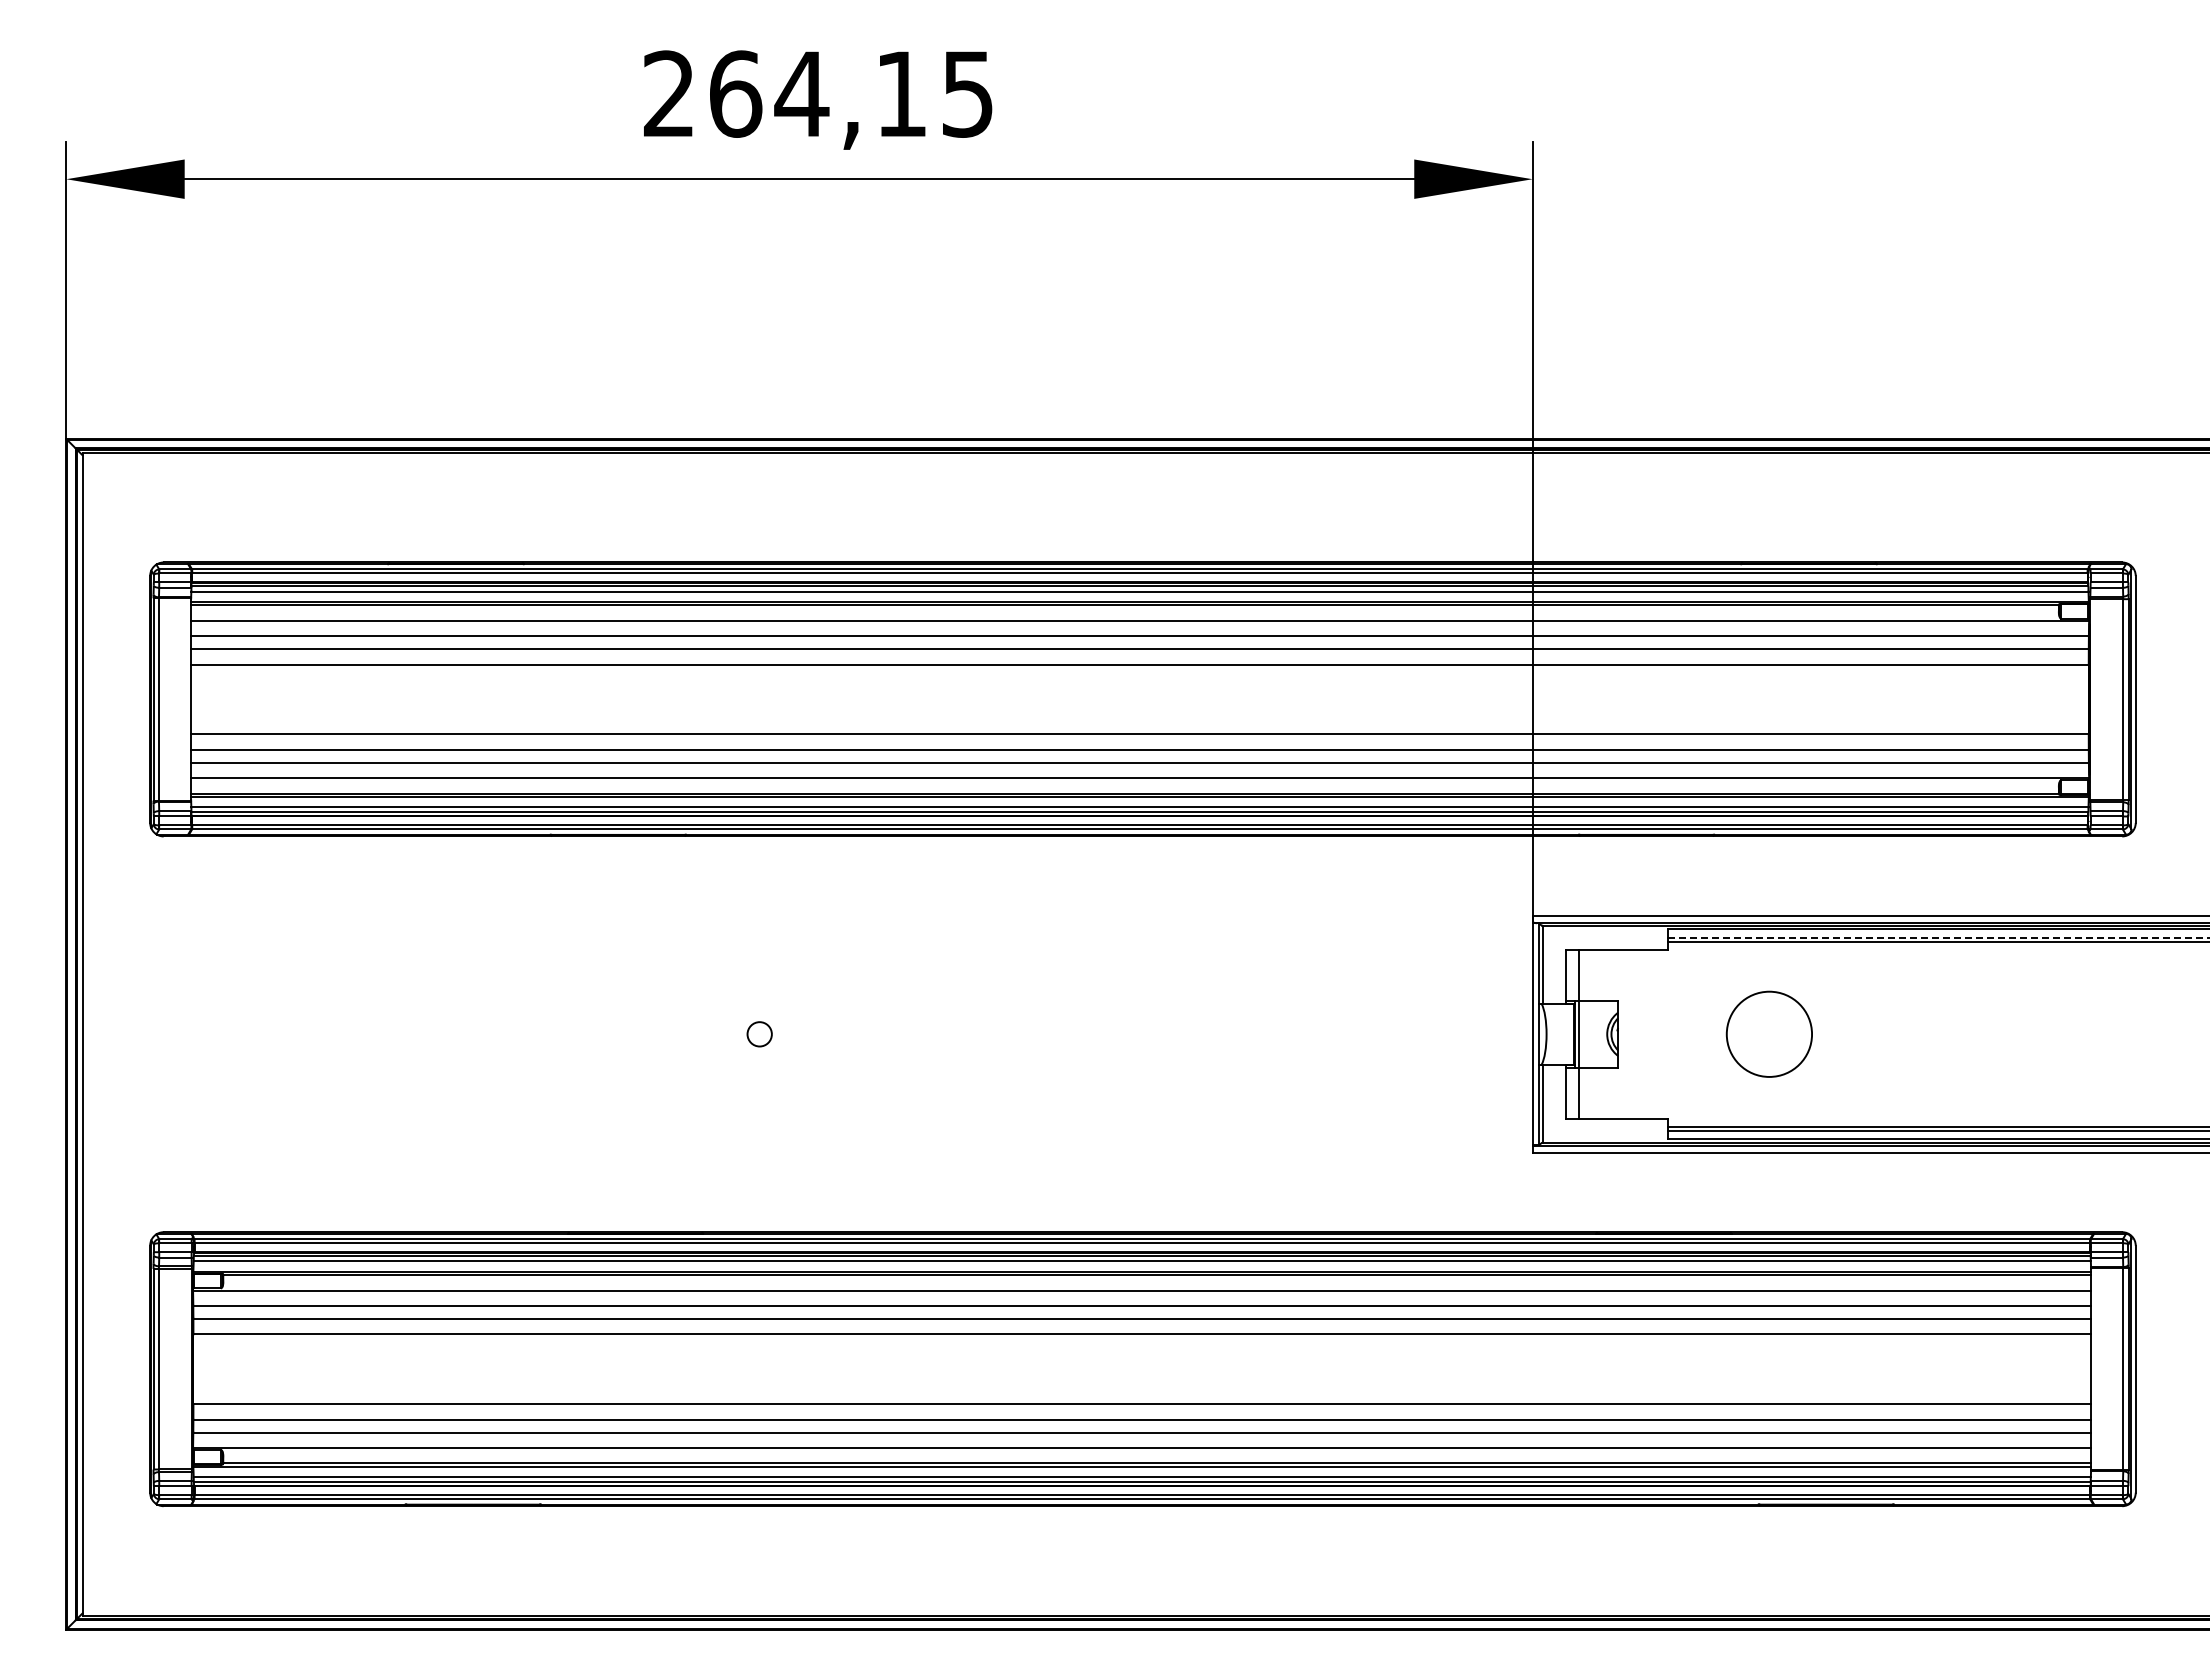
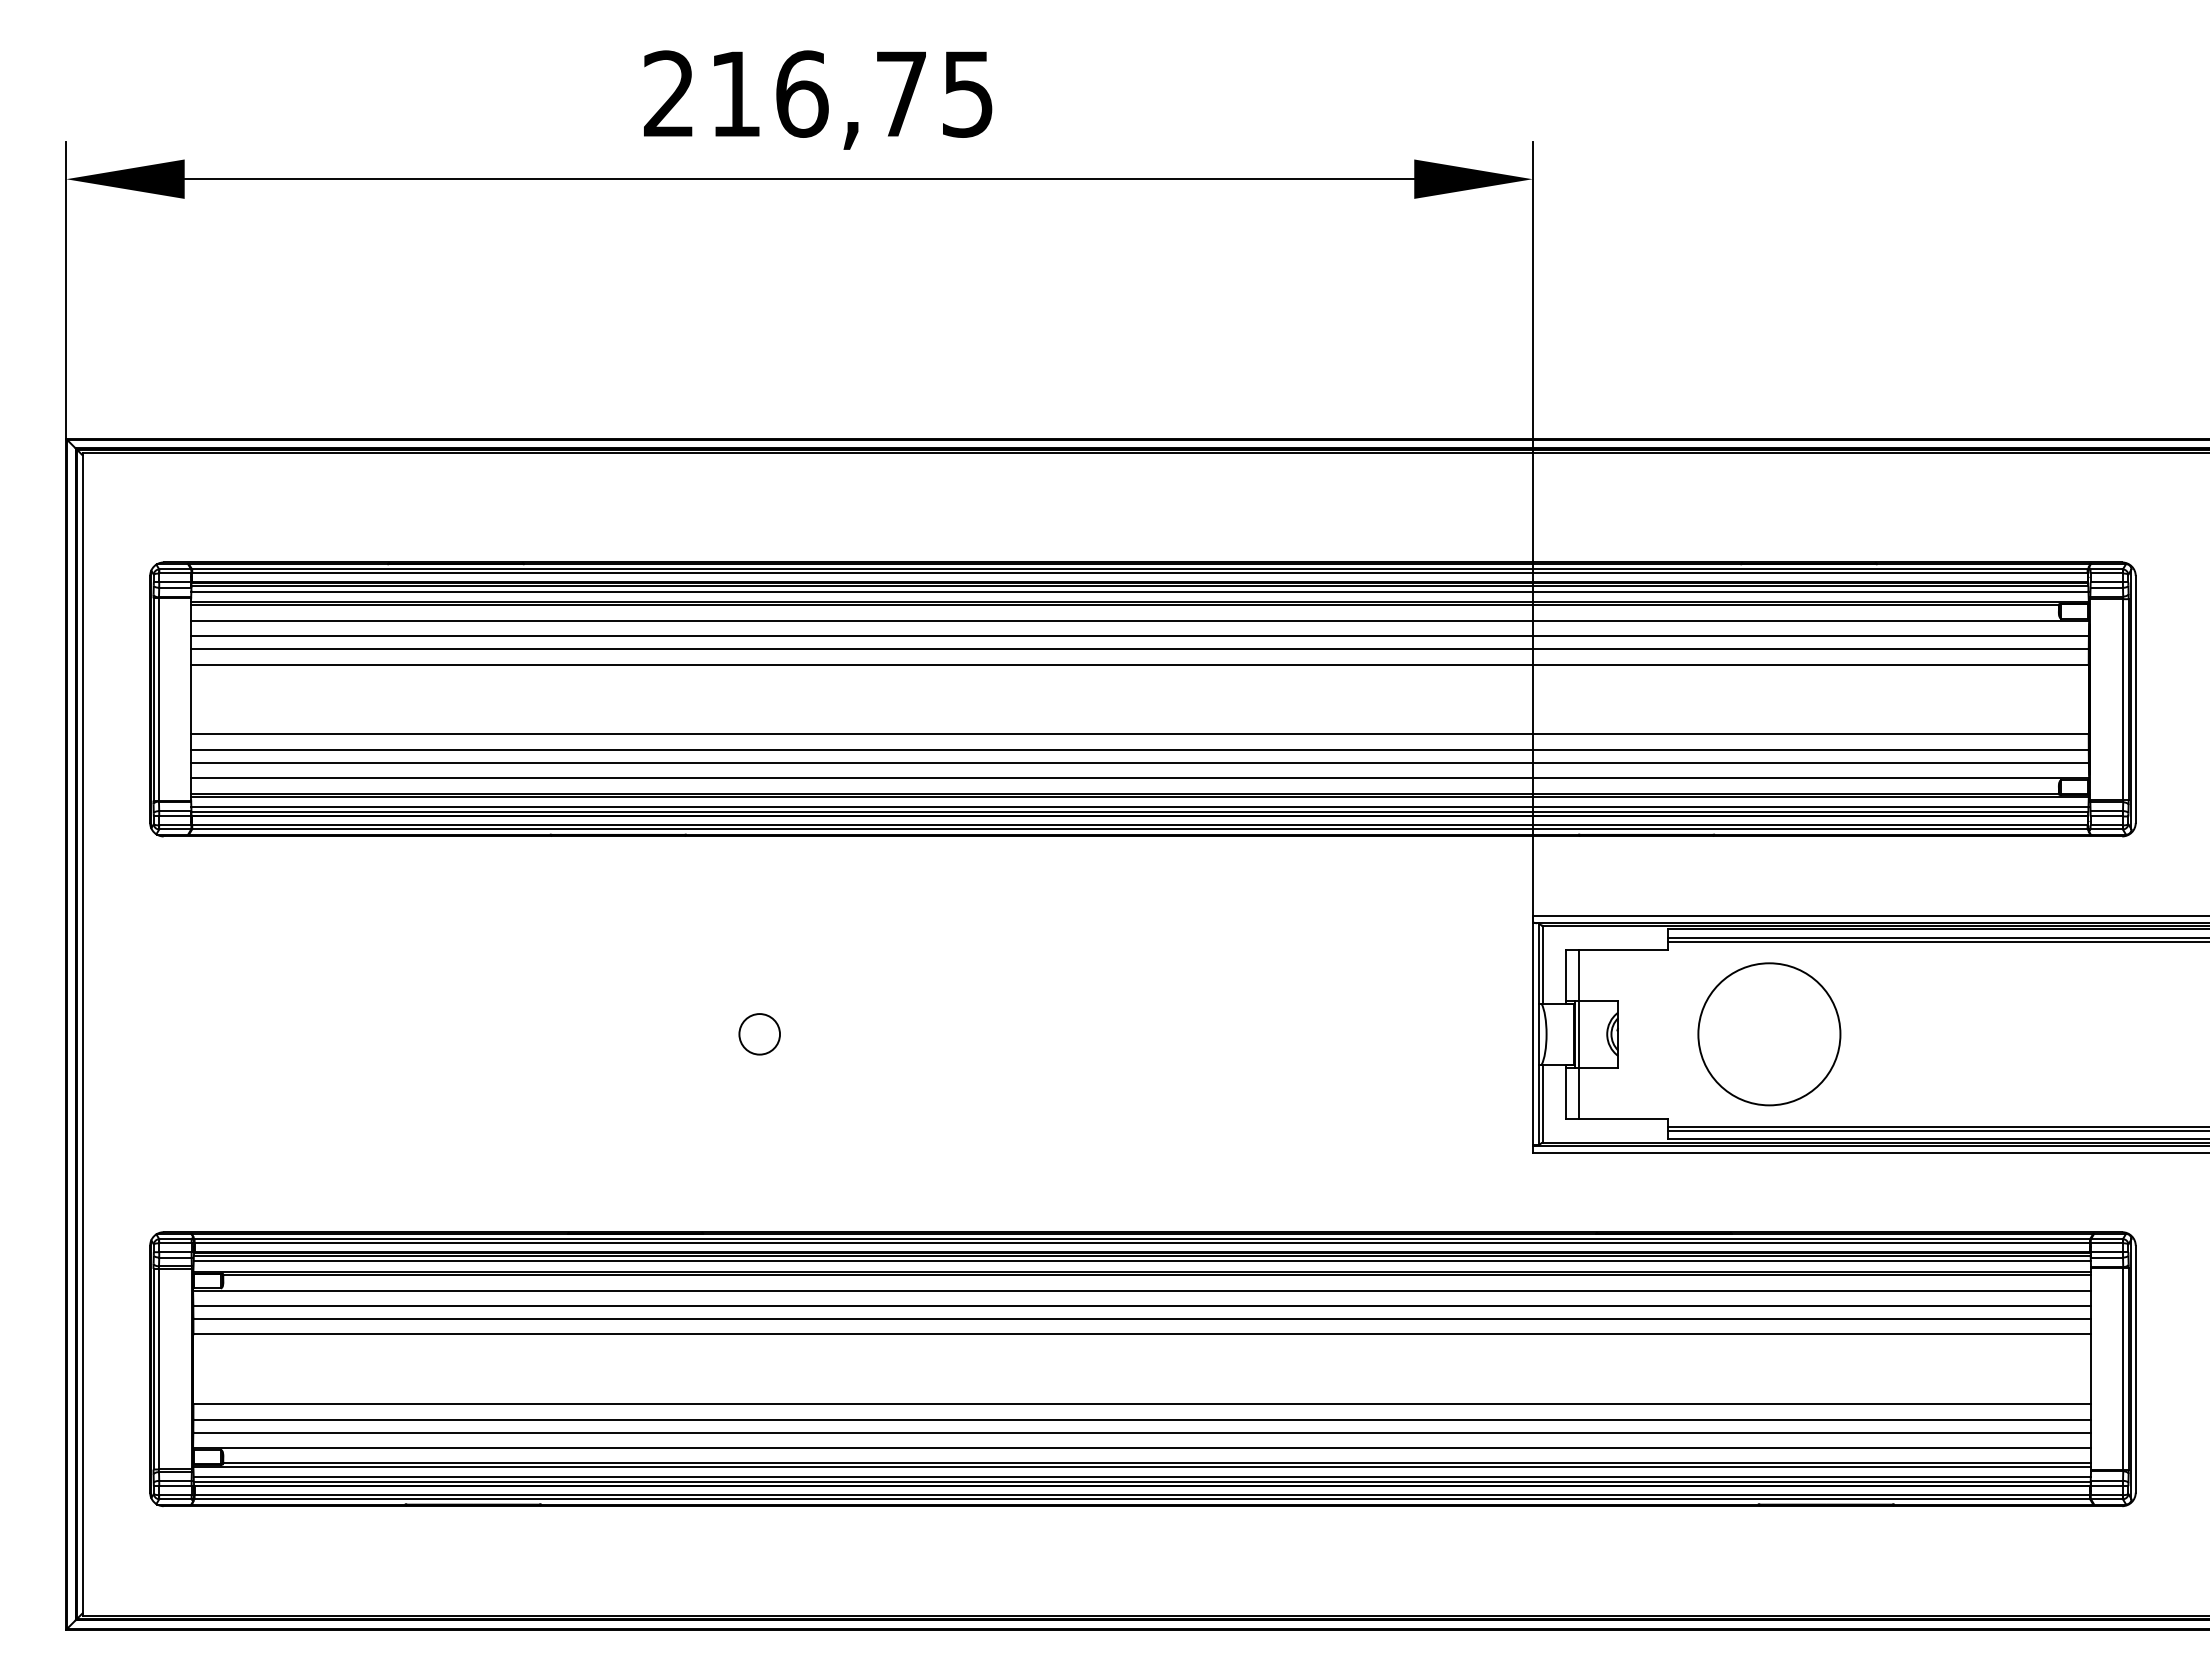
text at (817, 93): 264,15 -> 216,75
line at (1938, 937): dashed -> solid
circle at (1769, 1033) diameter: 85 px -> 142 px
circle at (759, 1034) diameter: 24 px -> 41 px
